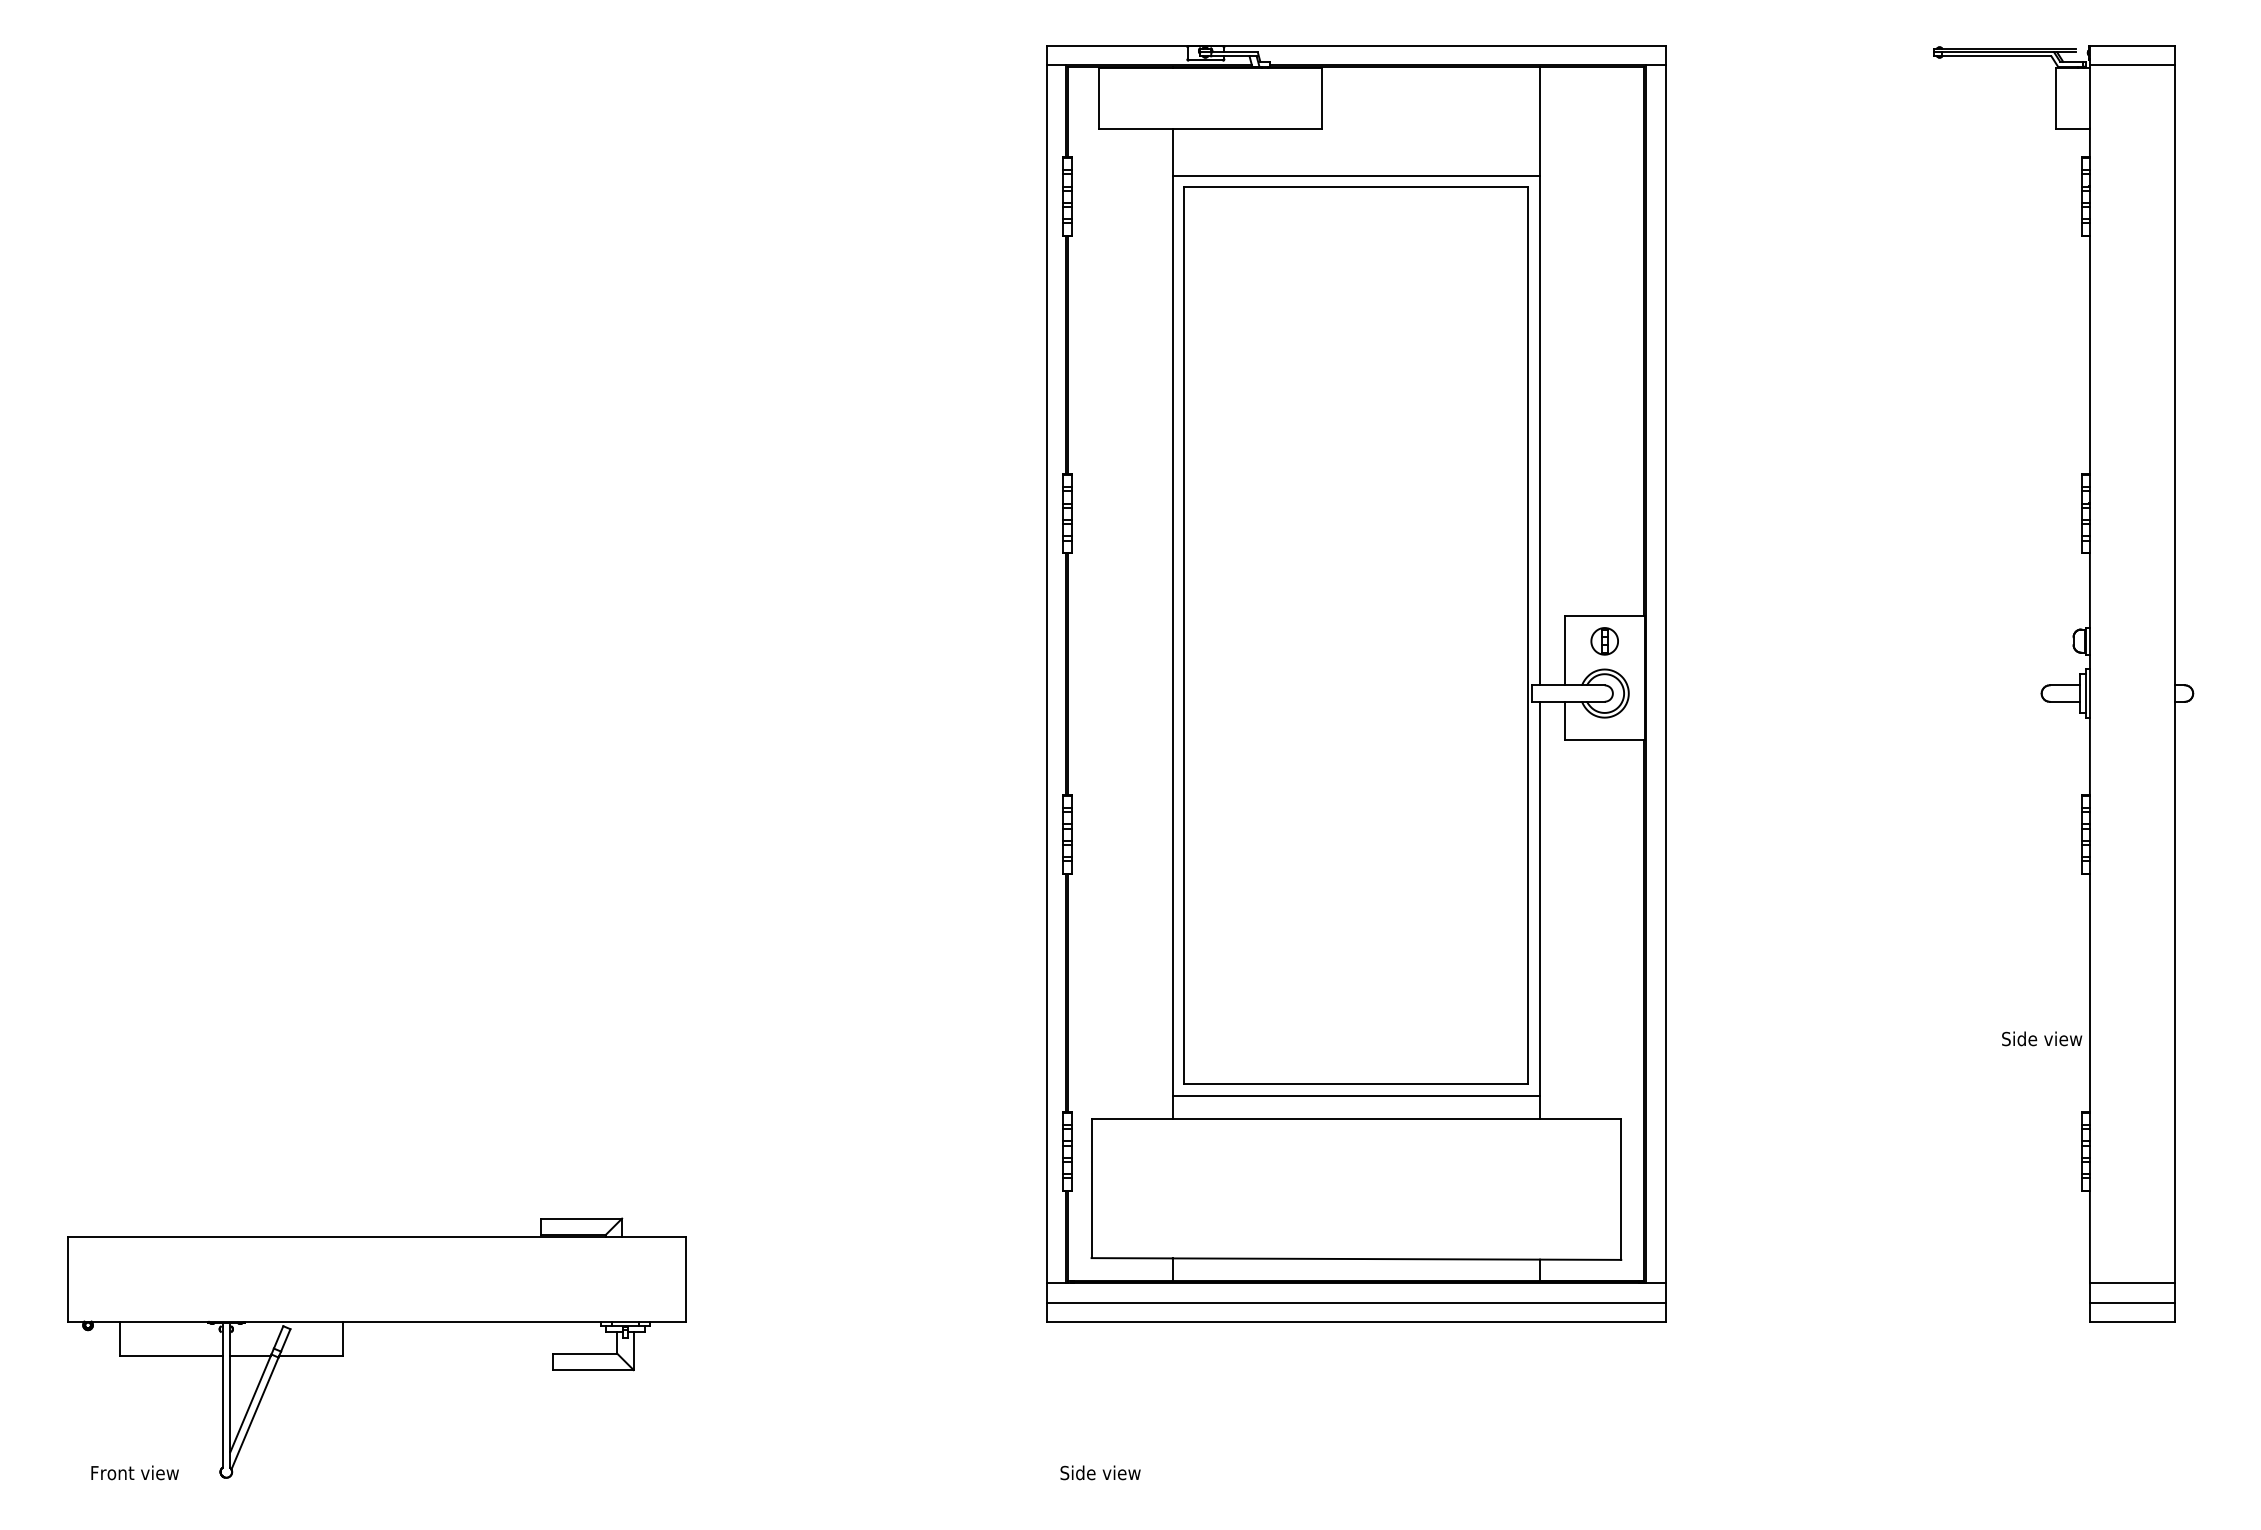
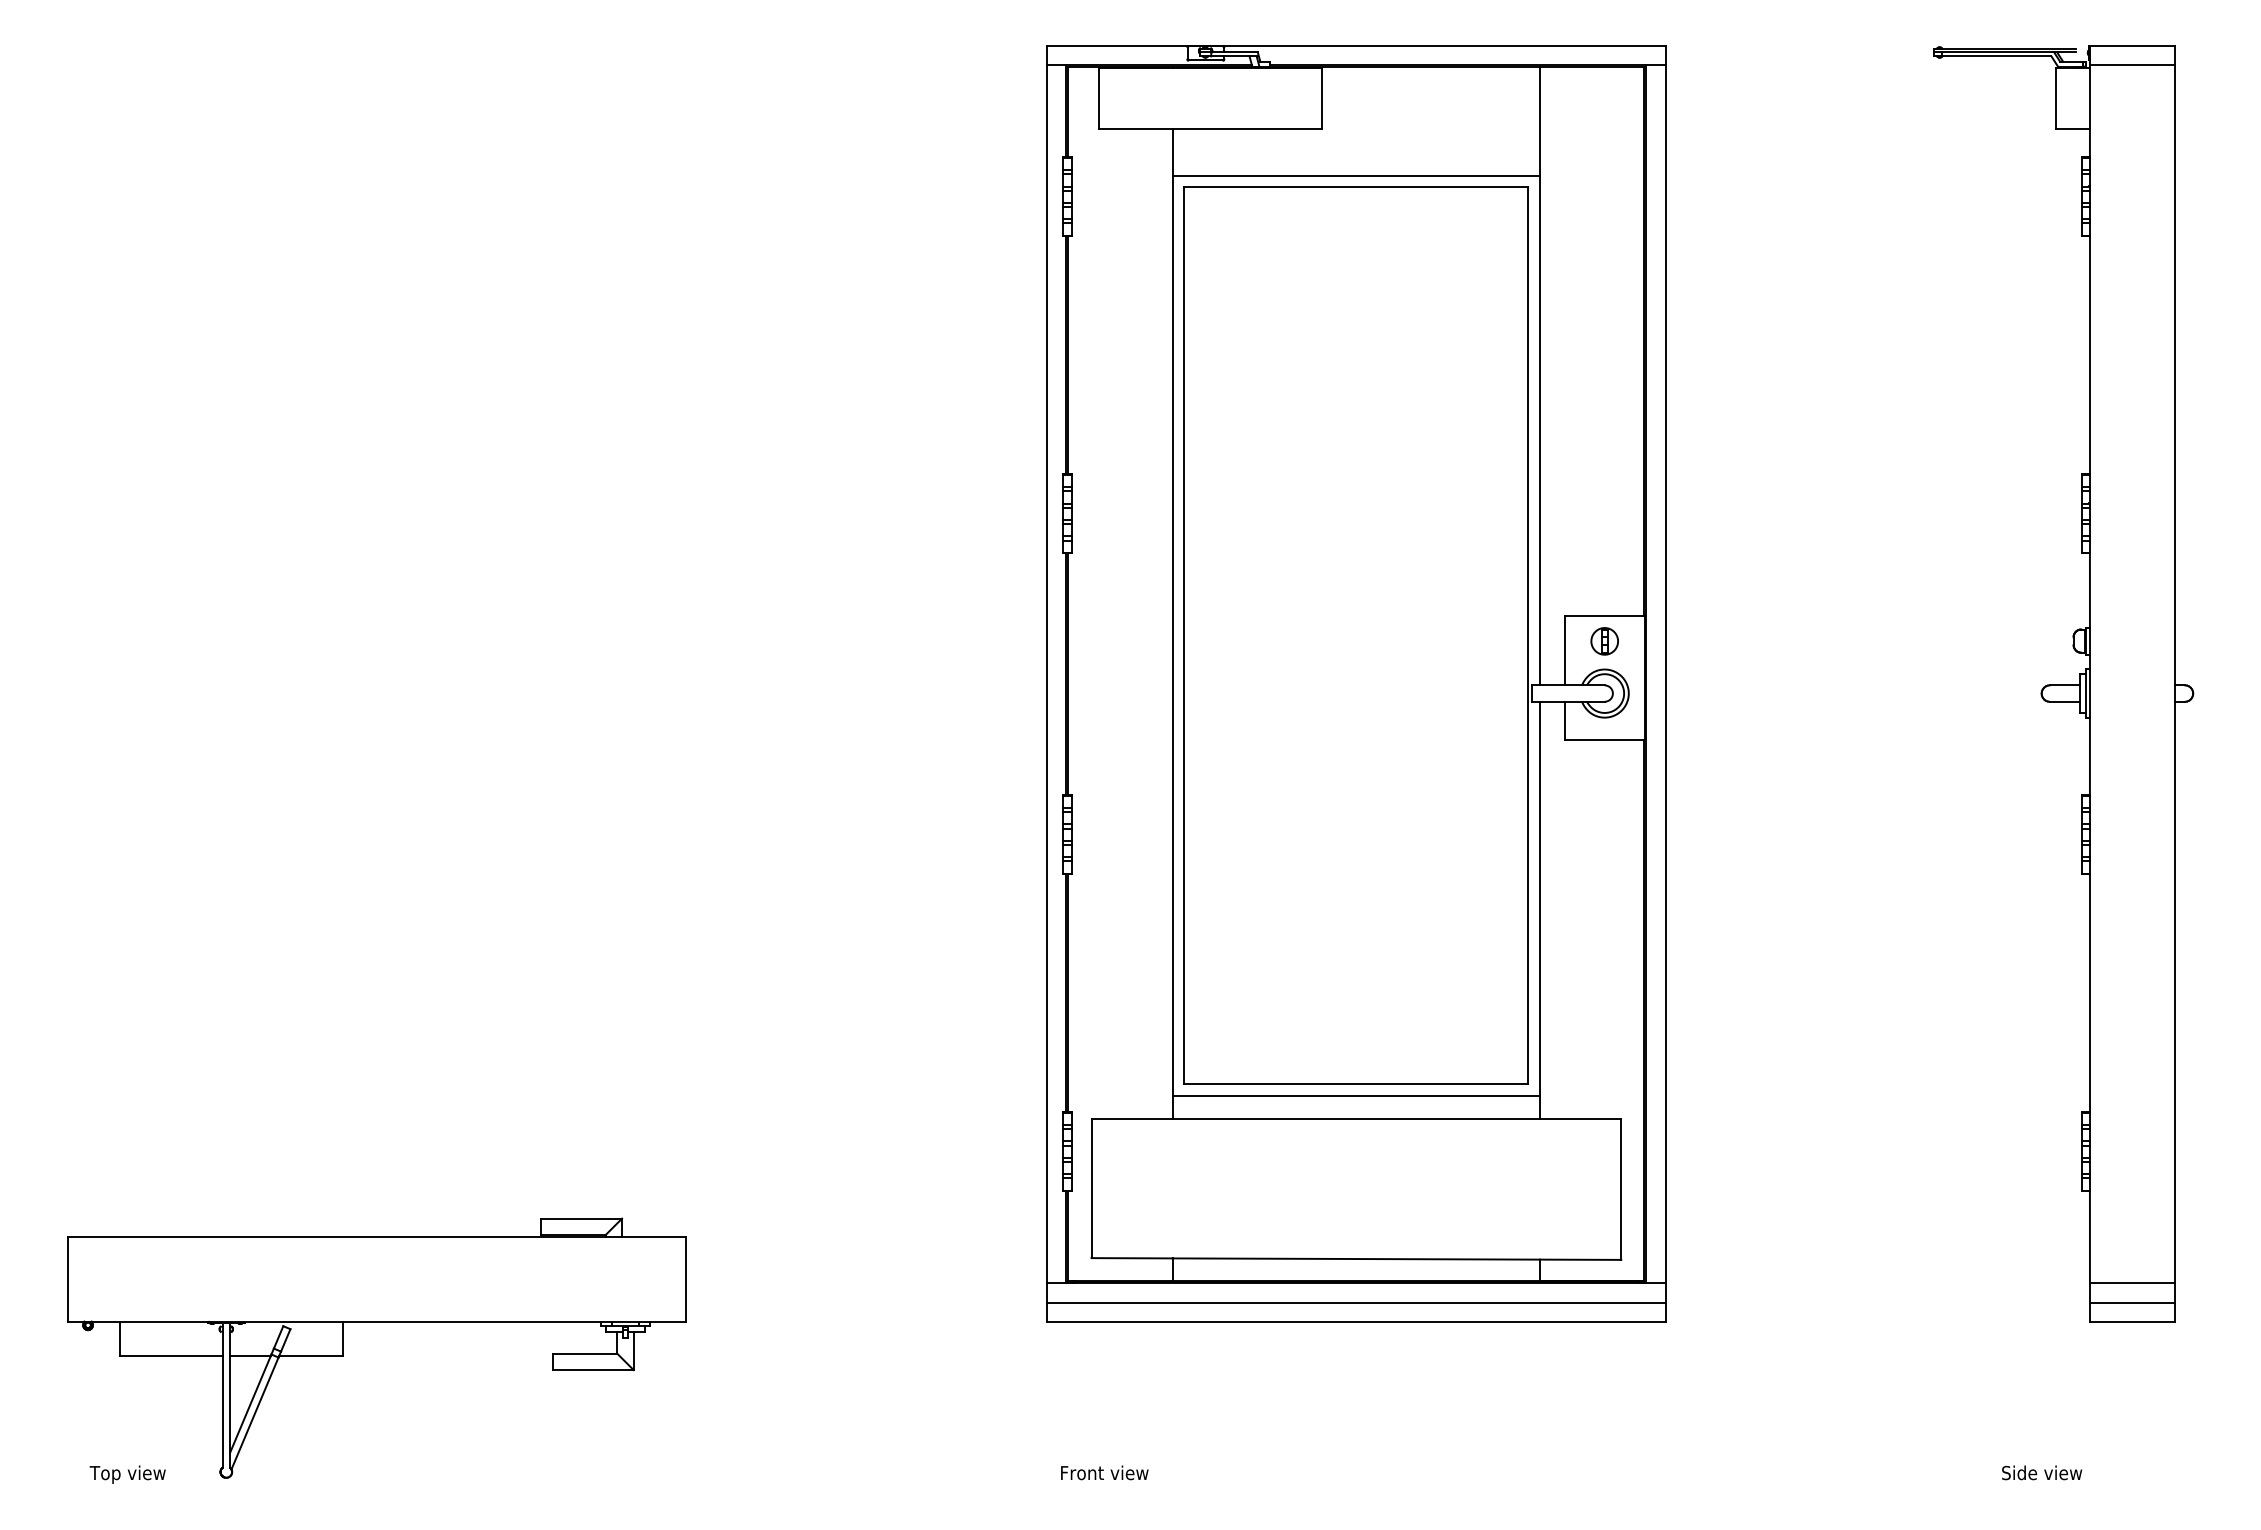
text at (2042, 1038) position: (2042, 1038) -> (2042, 1472)
text at (1104, 1472): Side view -> Front view
text at (133, 1474): Front view -> Top view
